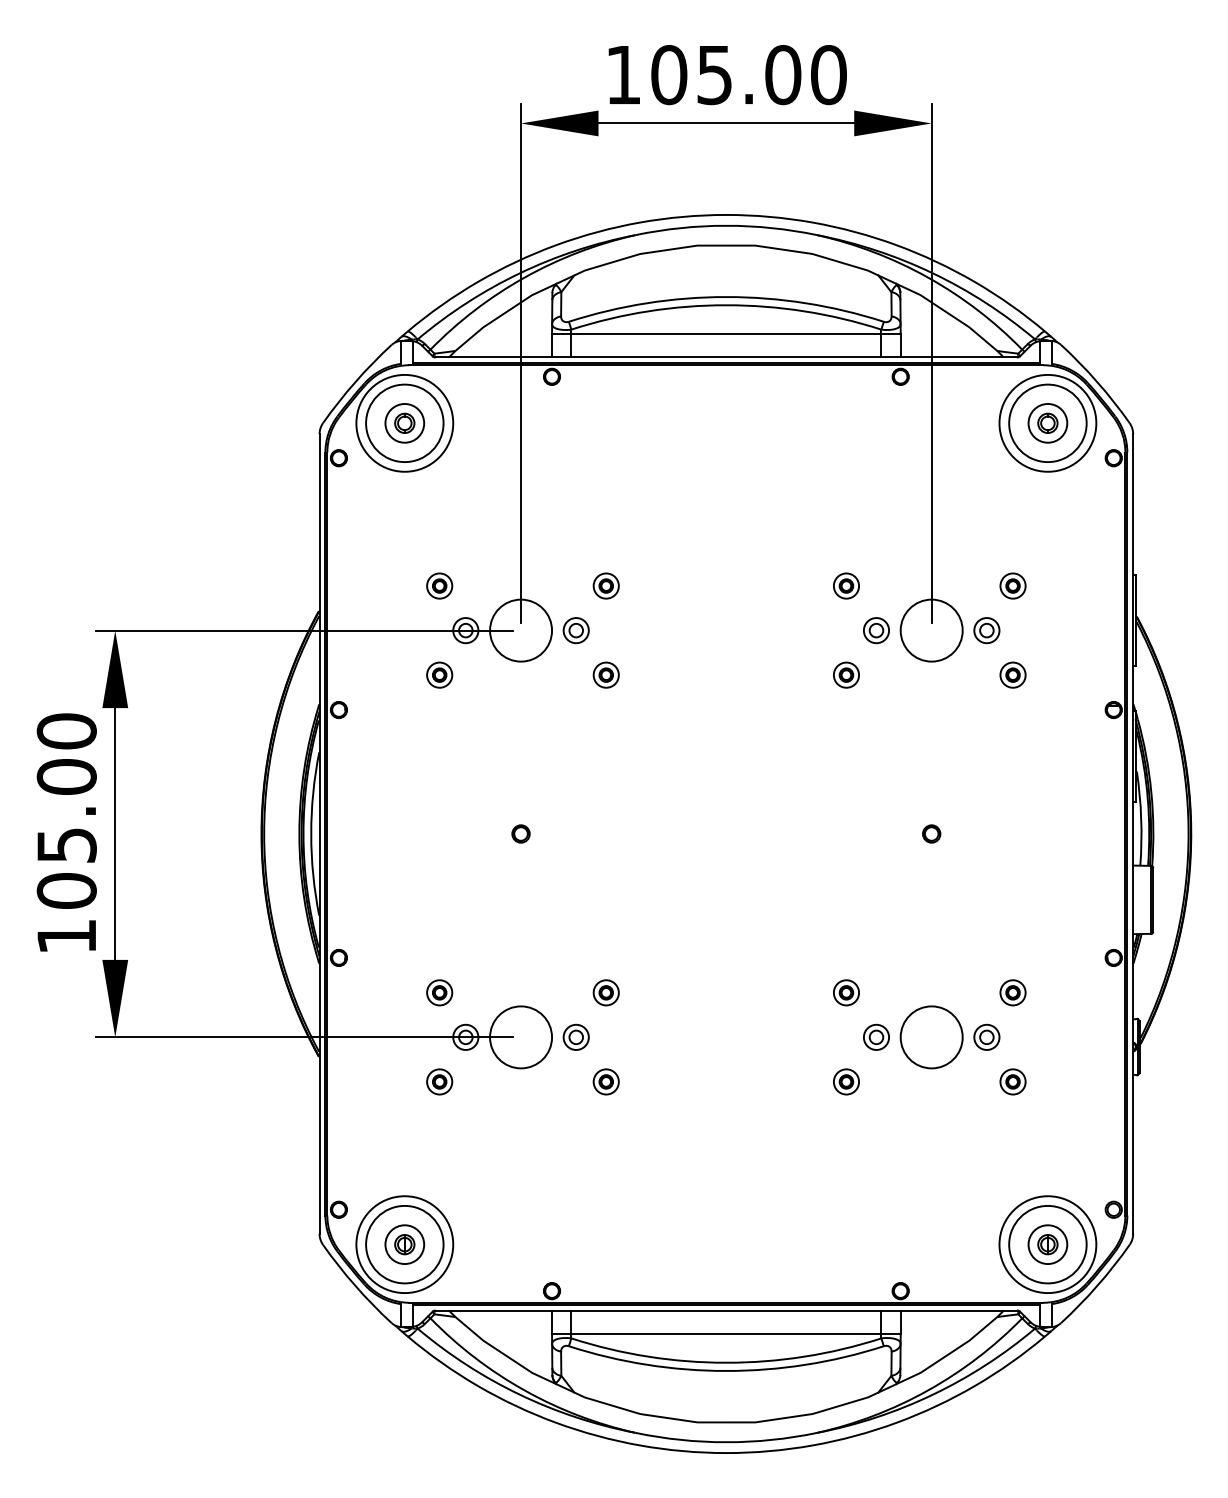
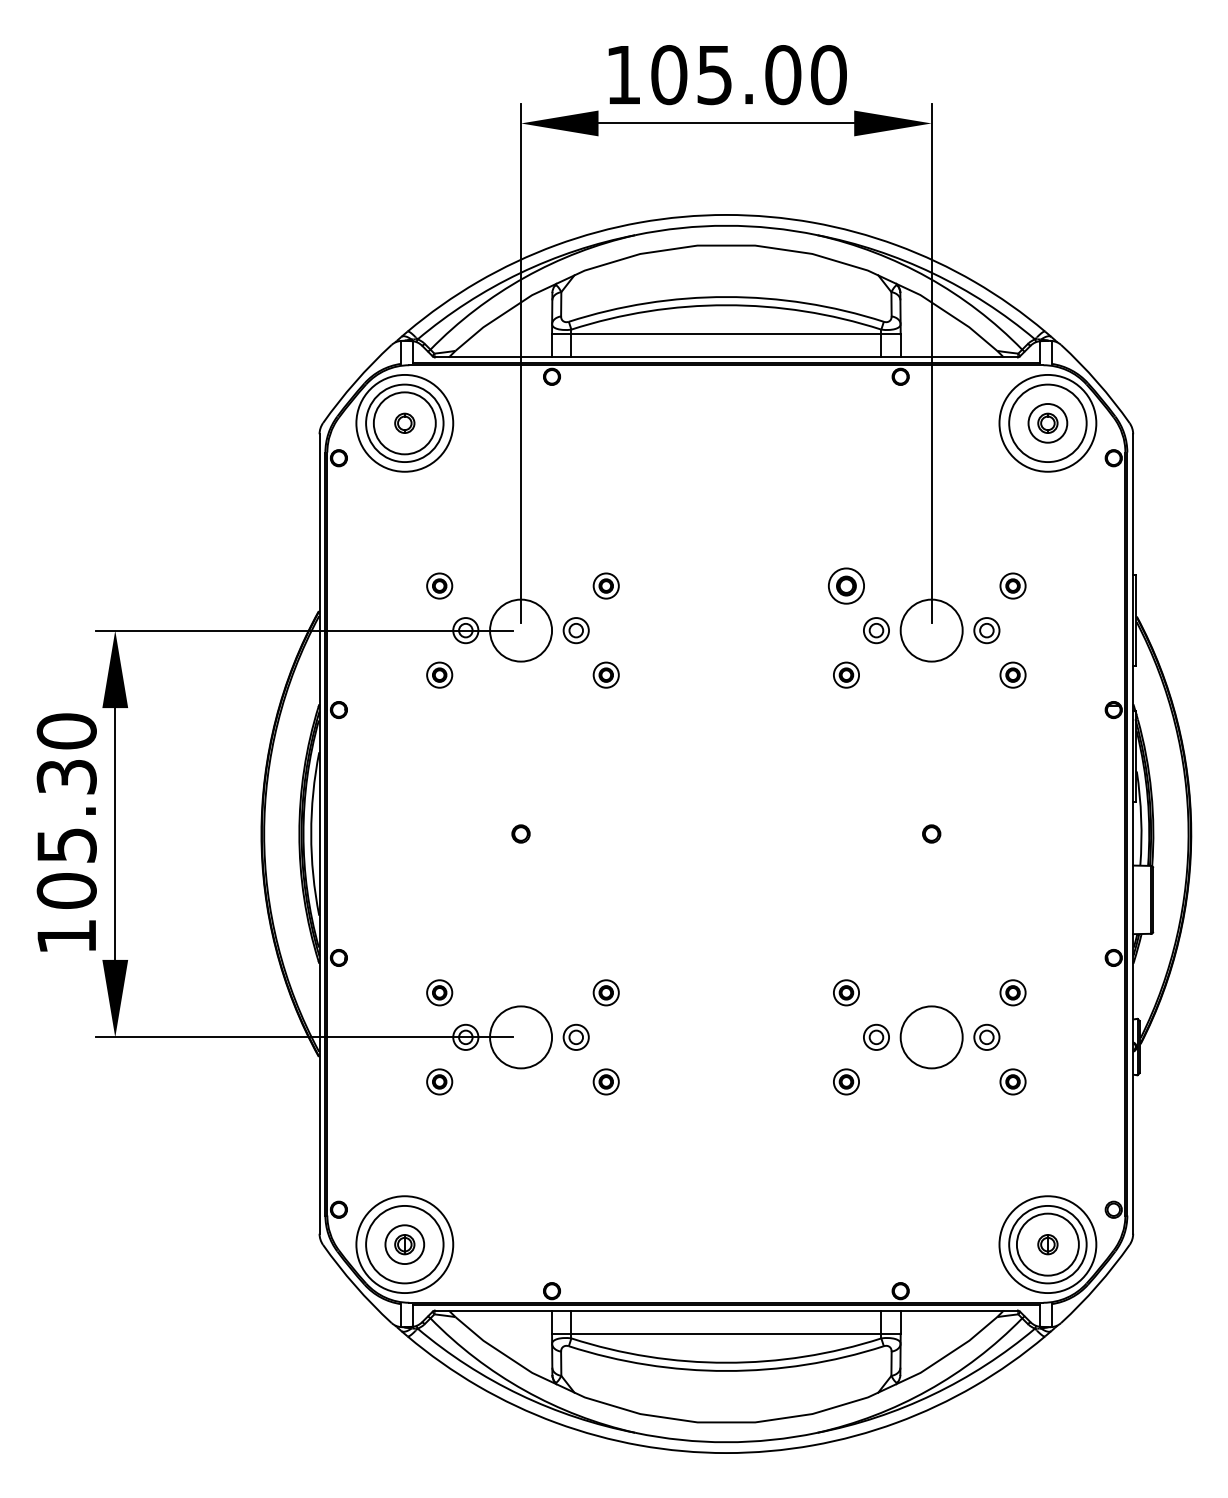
circle at (404, 422) diameter: 39 px -> 62 px
part at (846, 585) size: 27x28 px -> 37x38 px
text at (66, 776): 105.00 -> 105.30
circle at (1047, 1244) diameter: 39 px -> 62 px
